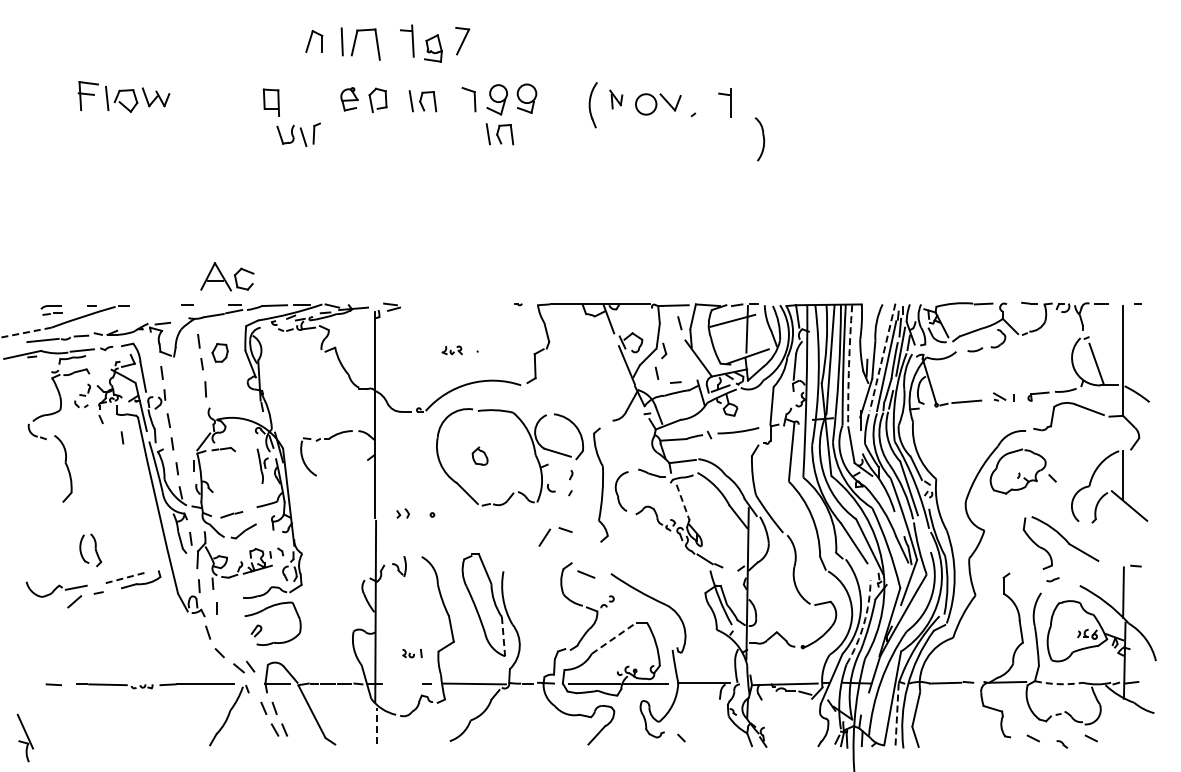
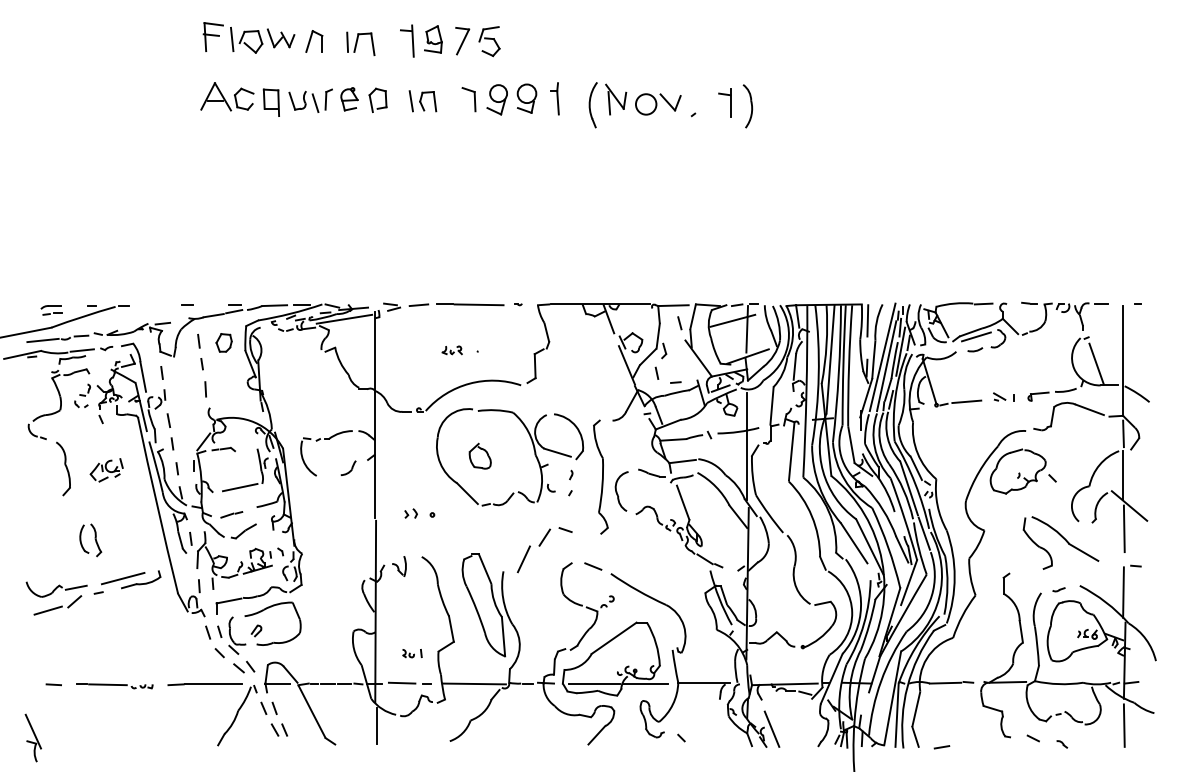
part at (489, 41): none -> present
part at (360, 43) size: 41x34 px -> 30x25 px
part at (433, 48) position: (433, 48) -> (433, 39)
part at (123, 96) position: (123, 96) -> (248, 37)
part at (554, 98): none -> present
part at (616, 99) size: 15x21 px -> 23x33 px
part at (298, 134) position: (298, 134) -> (310, 100)
part at (499, 134): present -> none
part at (759, 139) position: (759, 139) -> (747, 106)
part at (227, 276) position: (227, 276) -> (227, 96)
part at (456, 304): none -> present
line at (344, 318): none -> present
line at (867, 320): none -> present
line at (26, 332): dashed -> solid
line at (976, 336): none -> present
part at (219, 352) position: (219, 352) -> (223, 342)
line at (882, 357): dashed -> solid
arc at (849, 365): dashed -> solid
line at (1123, 433): none -> present
line at (122, 437): present -> none
line at (747, 446): none -> present
part at (479, 455) size: 18x20 px -> 24x28 px
part at (348, 467): none -> present
part at (63, 468) size: 19x68 px -> 15x56 px
part at (106, 470): none -> present
part at (600, 484) position: (600, 484) -> (600, 476)
line at (239, 487): none -> present
arc at (683, 502): dashed -> solid
part at (402, 513) position: (402, 513) -> (410, 513)
line at (1123, 528): none -> present
line at (923, 533): none -> present
part at (90, 550) position: (90, 550) -> (90, 540)
line at (523, 559): none -> present
line at (586, 574) position: (586, 574) -> (593, 566)
line at (123, 578): dashed -> solid
part at (1052, 579) position: (1052, 579) -> (1058, 589)
line at (228, 600): none -> present
line at (47, 610): none -> present
arc at (864, 623): dashed -> solid
part at (231, 635): none -> present
line at (503, 636): dashed -> solid
line at (614, 638): dashed -> solid
line at (401, 682): none -> present
arc at (1058, 684): dashed -> solid
line at (897, 715): dashed -> solid
part at (222, 724) position: (222, 724) -> (230, 724)
line at (376, 725): dashed -> solid
line at (1123, 725): none -> present
line at (771, 728): none -> present
part at (24, 737) position: (24, 737) -> (32, 737)
line at (1090, 738): present -> none
line at (941, 747): none -> present
